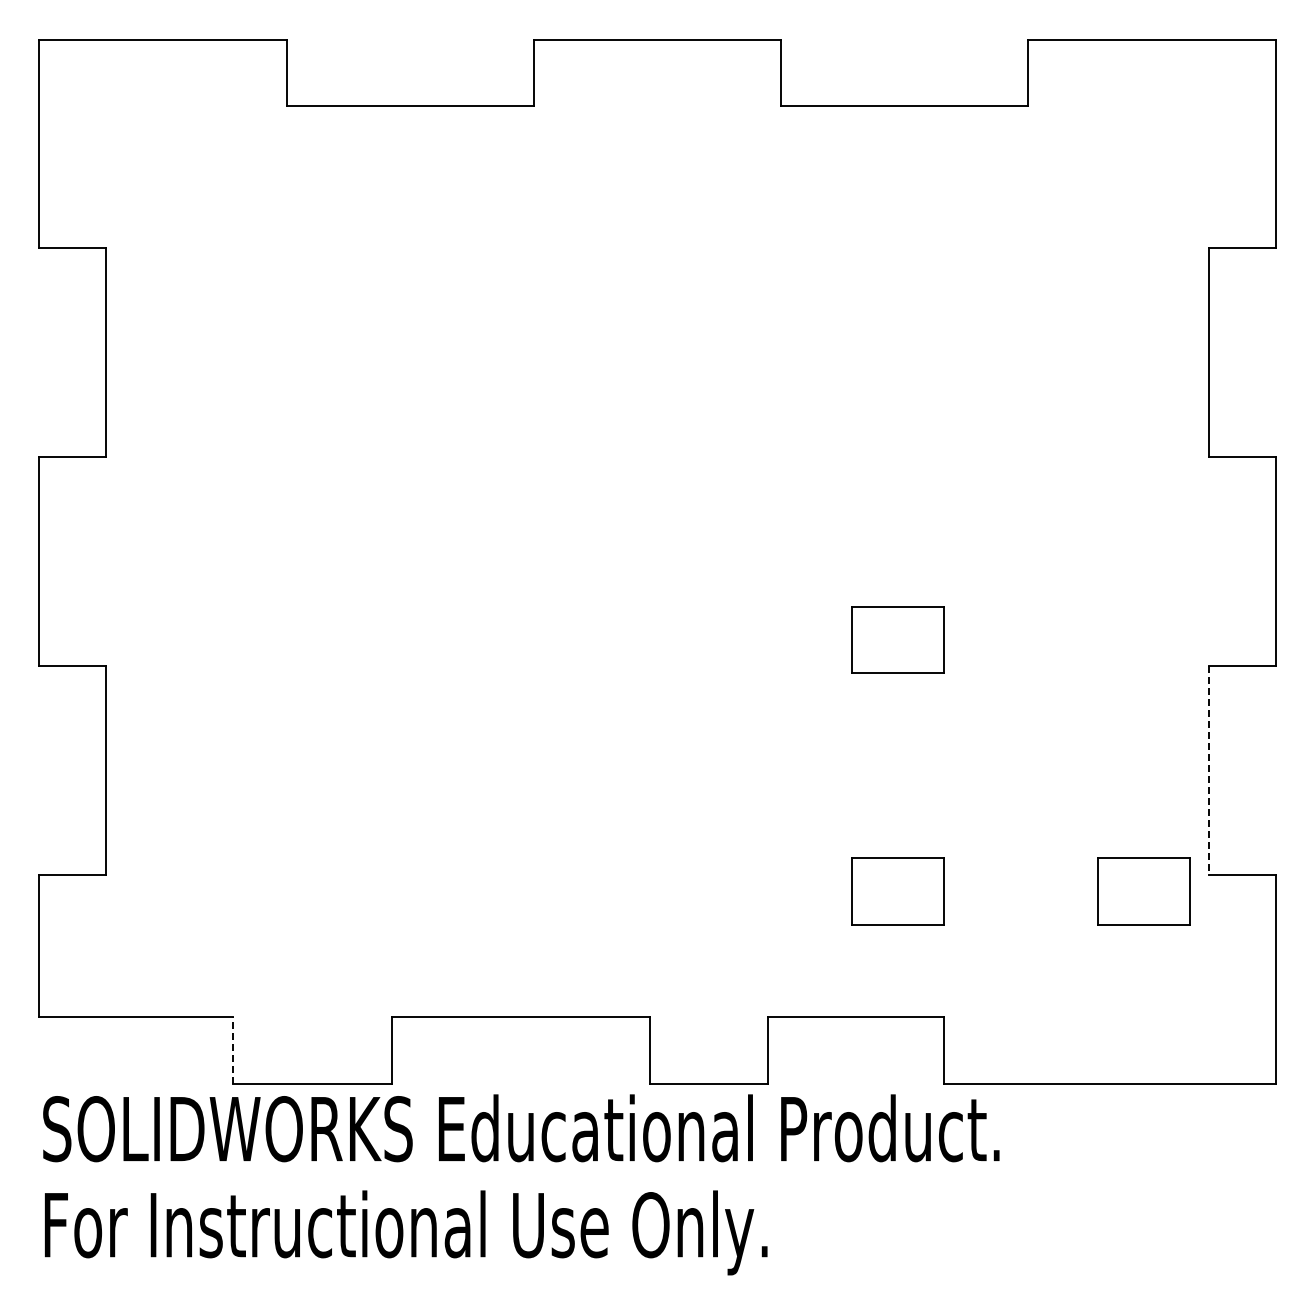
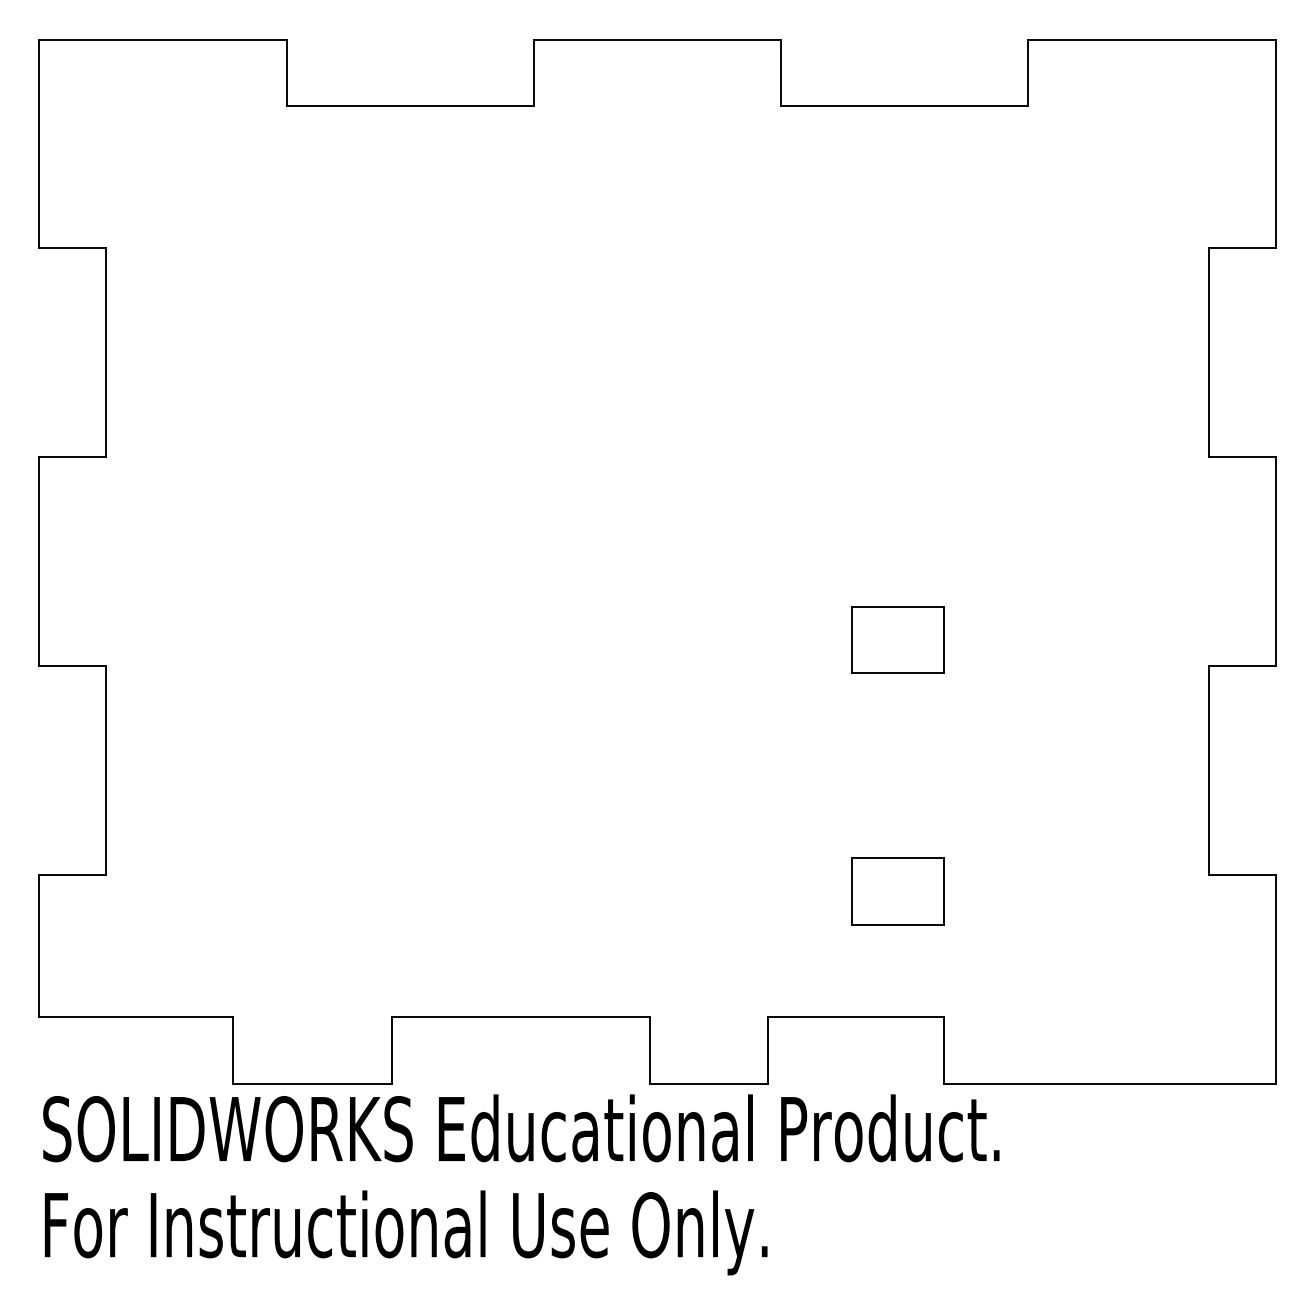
line at (1209, 770): dashed -> solid
part at (1143, 891): present -> none
line at (232, 1049): dashed -> solid
